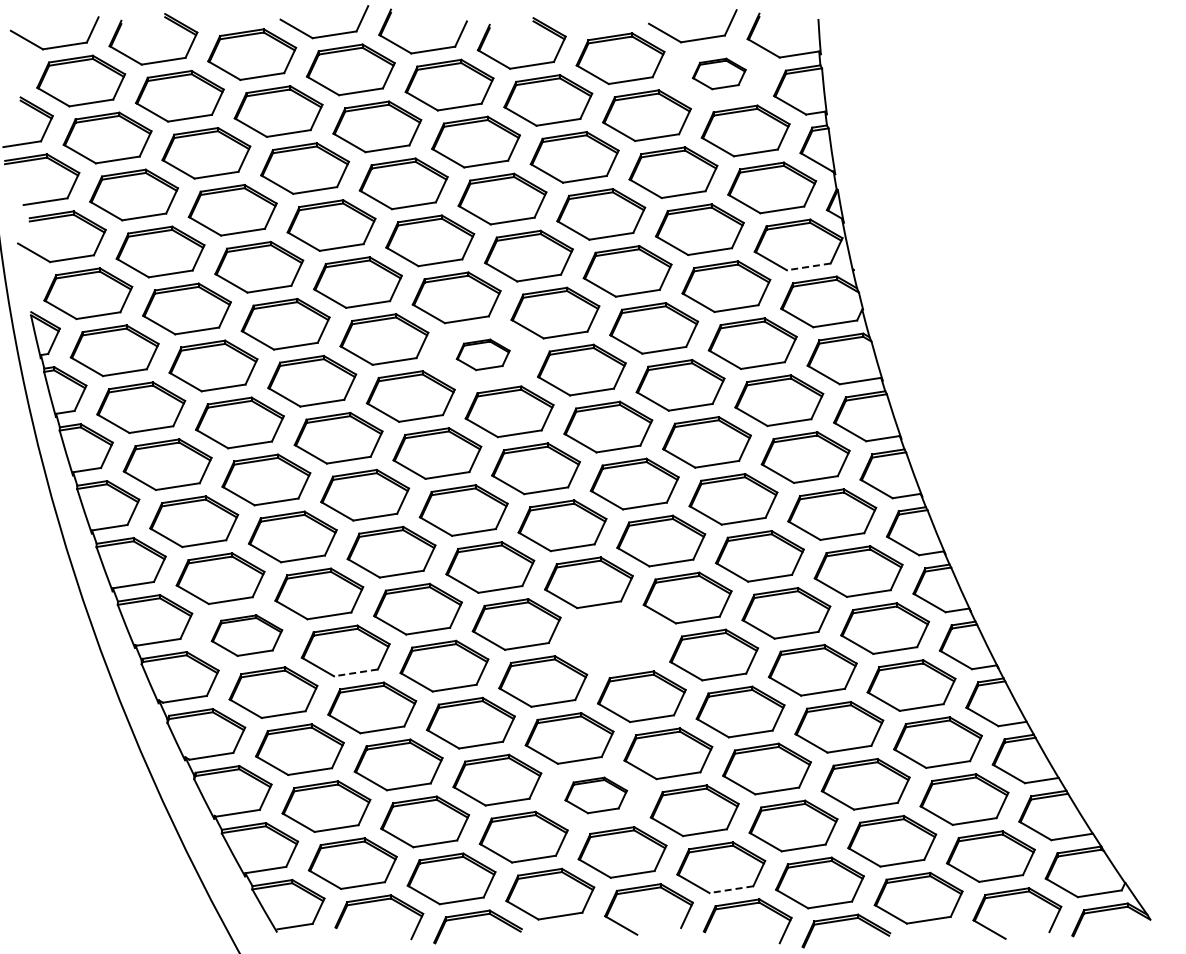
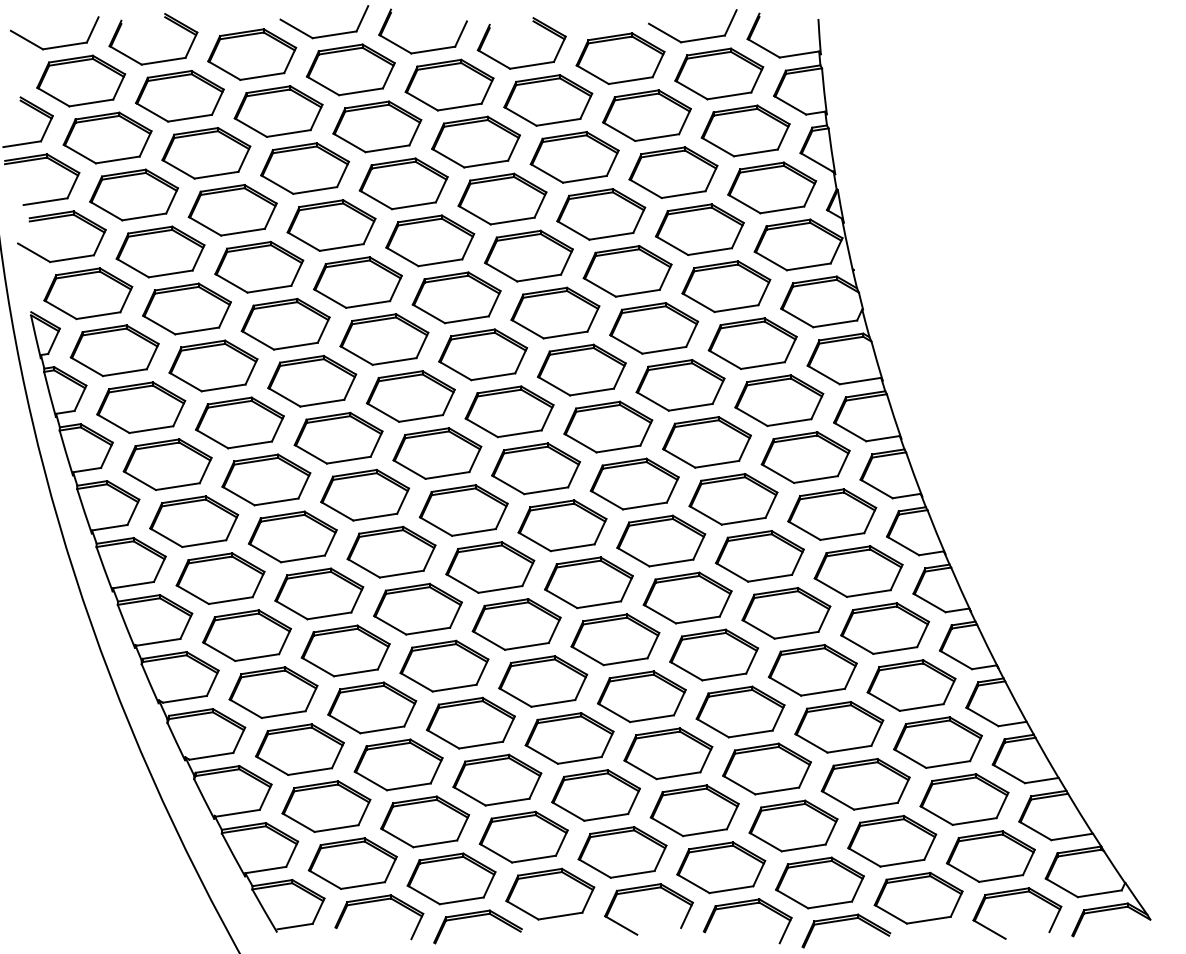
part at (718, 73) size: 56x34 px -> 91x54 px
line at (808, 266): dashed -> solid
part at (482, 354) size: 56x34 px -> 91x54 px
part at (246, 635) size: 74x43 px -> 90x53 px
part at (615, 639): none -> present
line at (355, 672): dashed -> solid
part at (595, 795) size: 64x39 px -> 91x53 px
line at (730, 889): dashed -> solid
